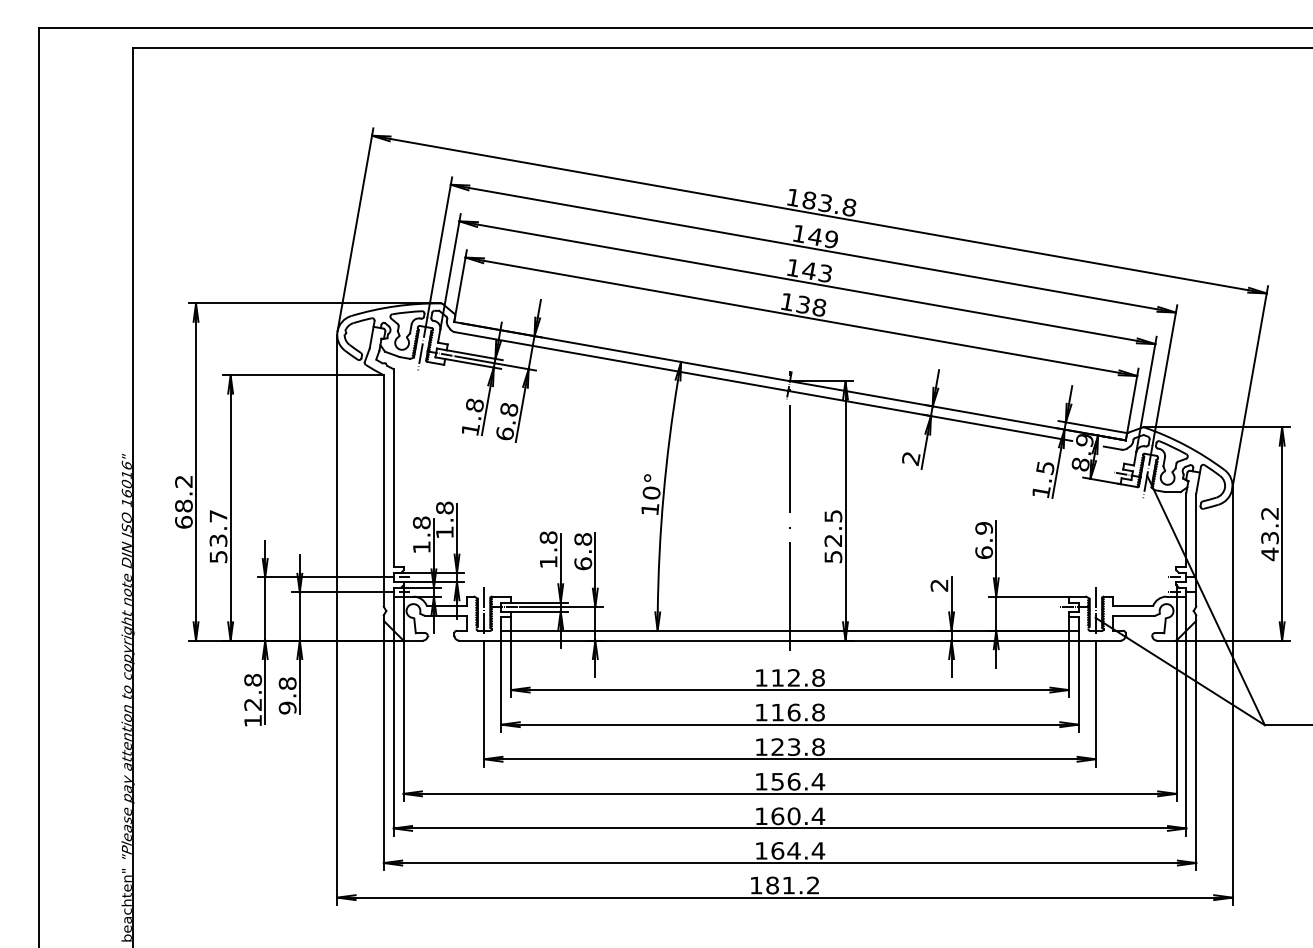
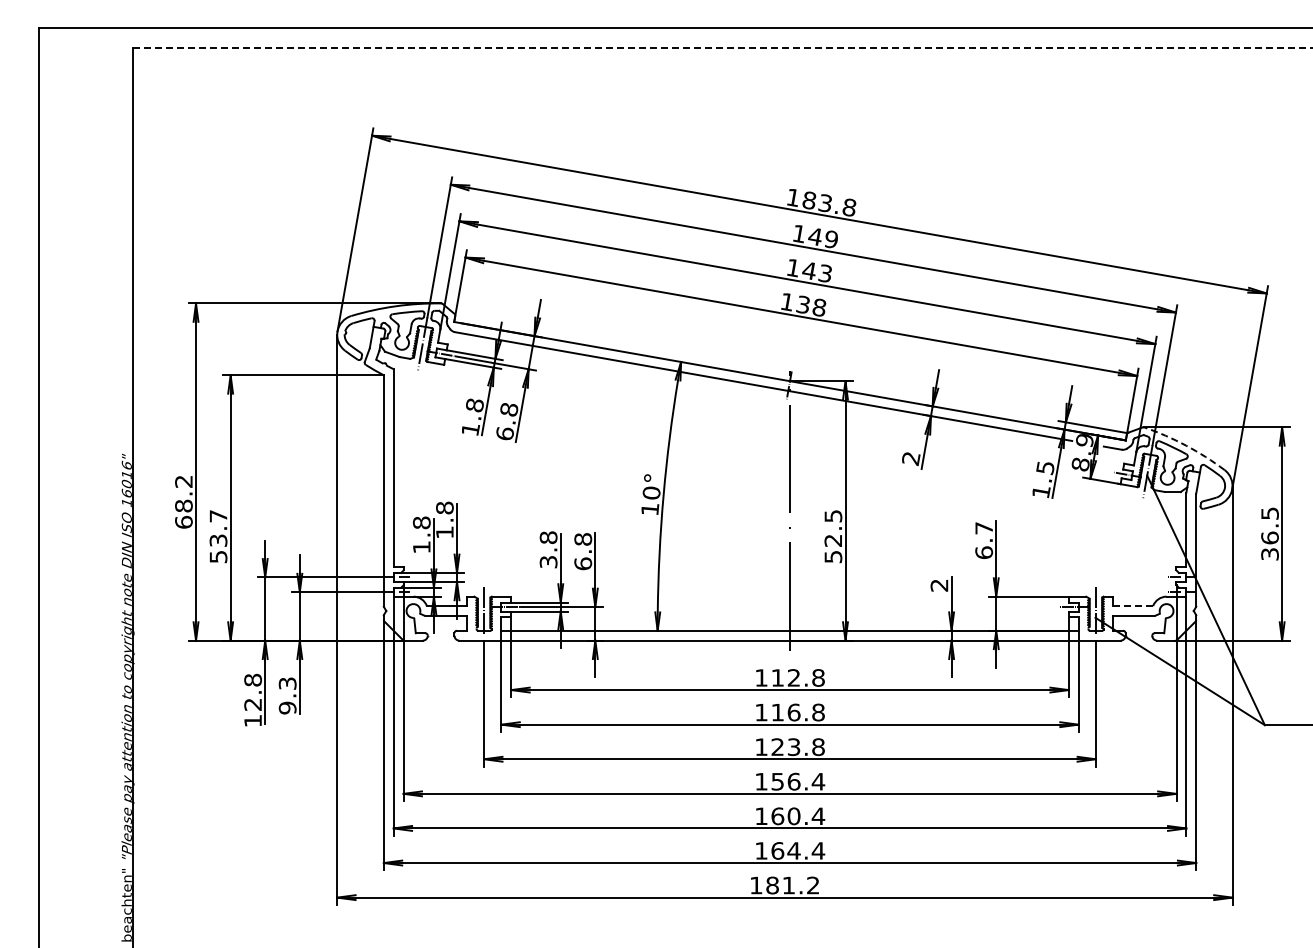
line at (722, 48): solid -> dashed
arc at (1186, 445): solid -> dashed
text at (984, 528): 6.9 -> 6.7
text at (1269, 534): 43.2 -> 36.5
text at (548, 562): 1.8 -> 3.8
line at (1133, 606): solid -> dashed
text at (287, 683): 9.8 -> 9.3
